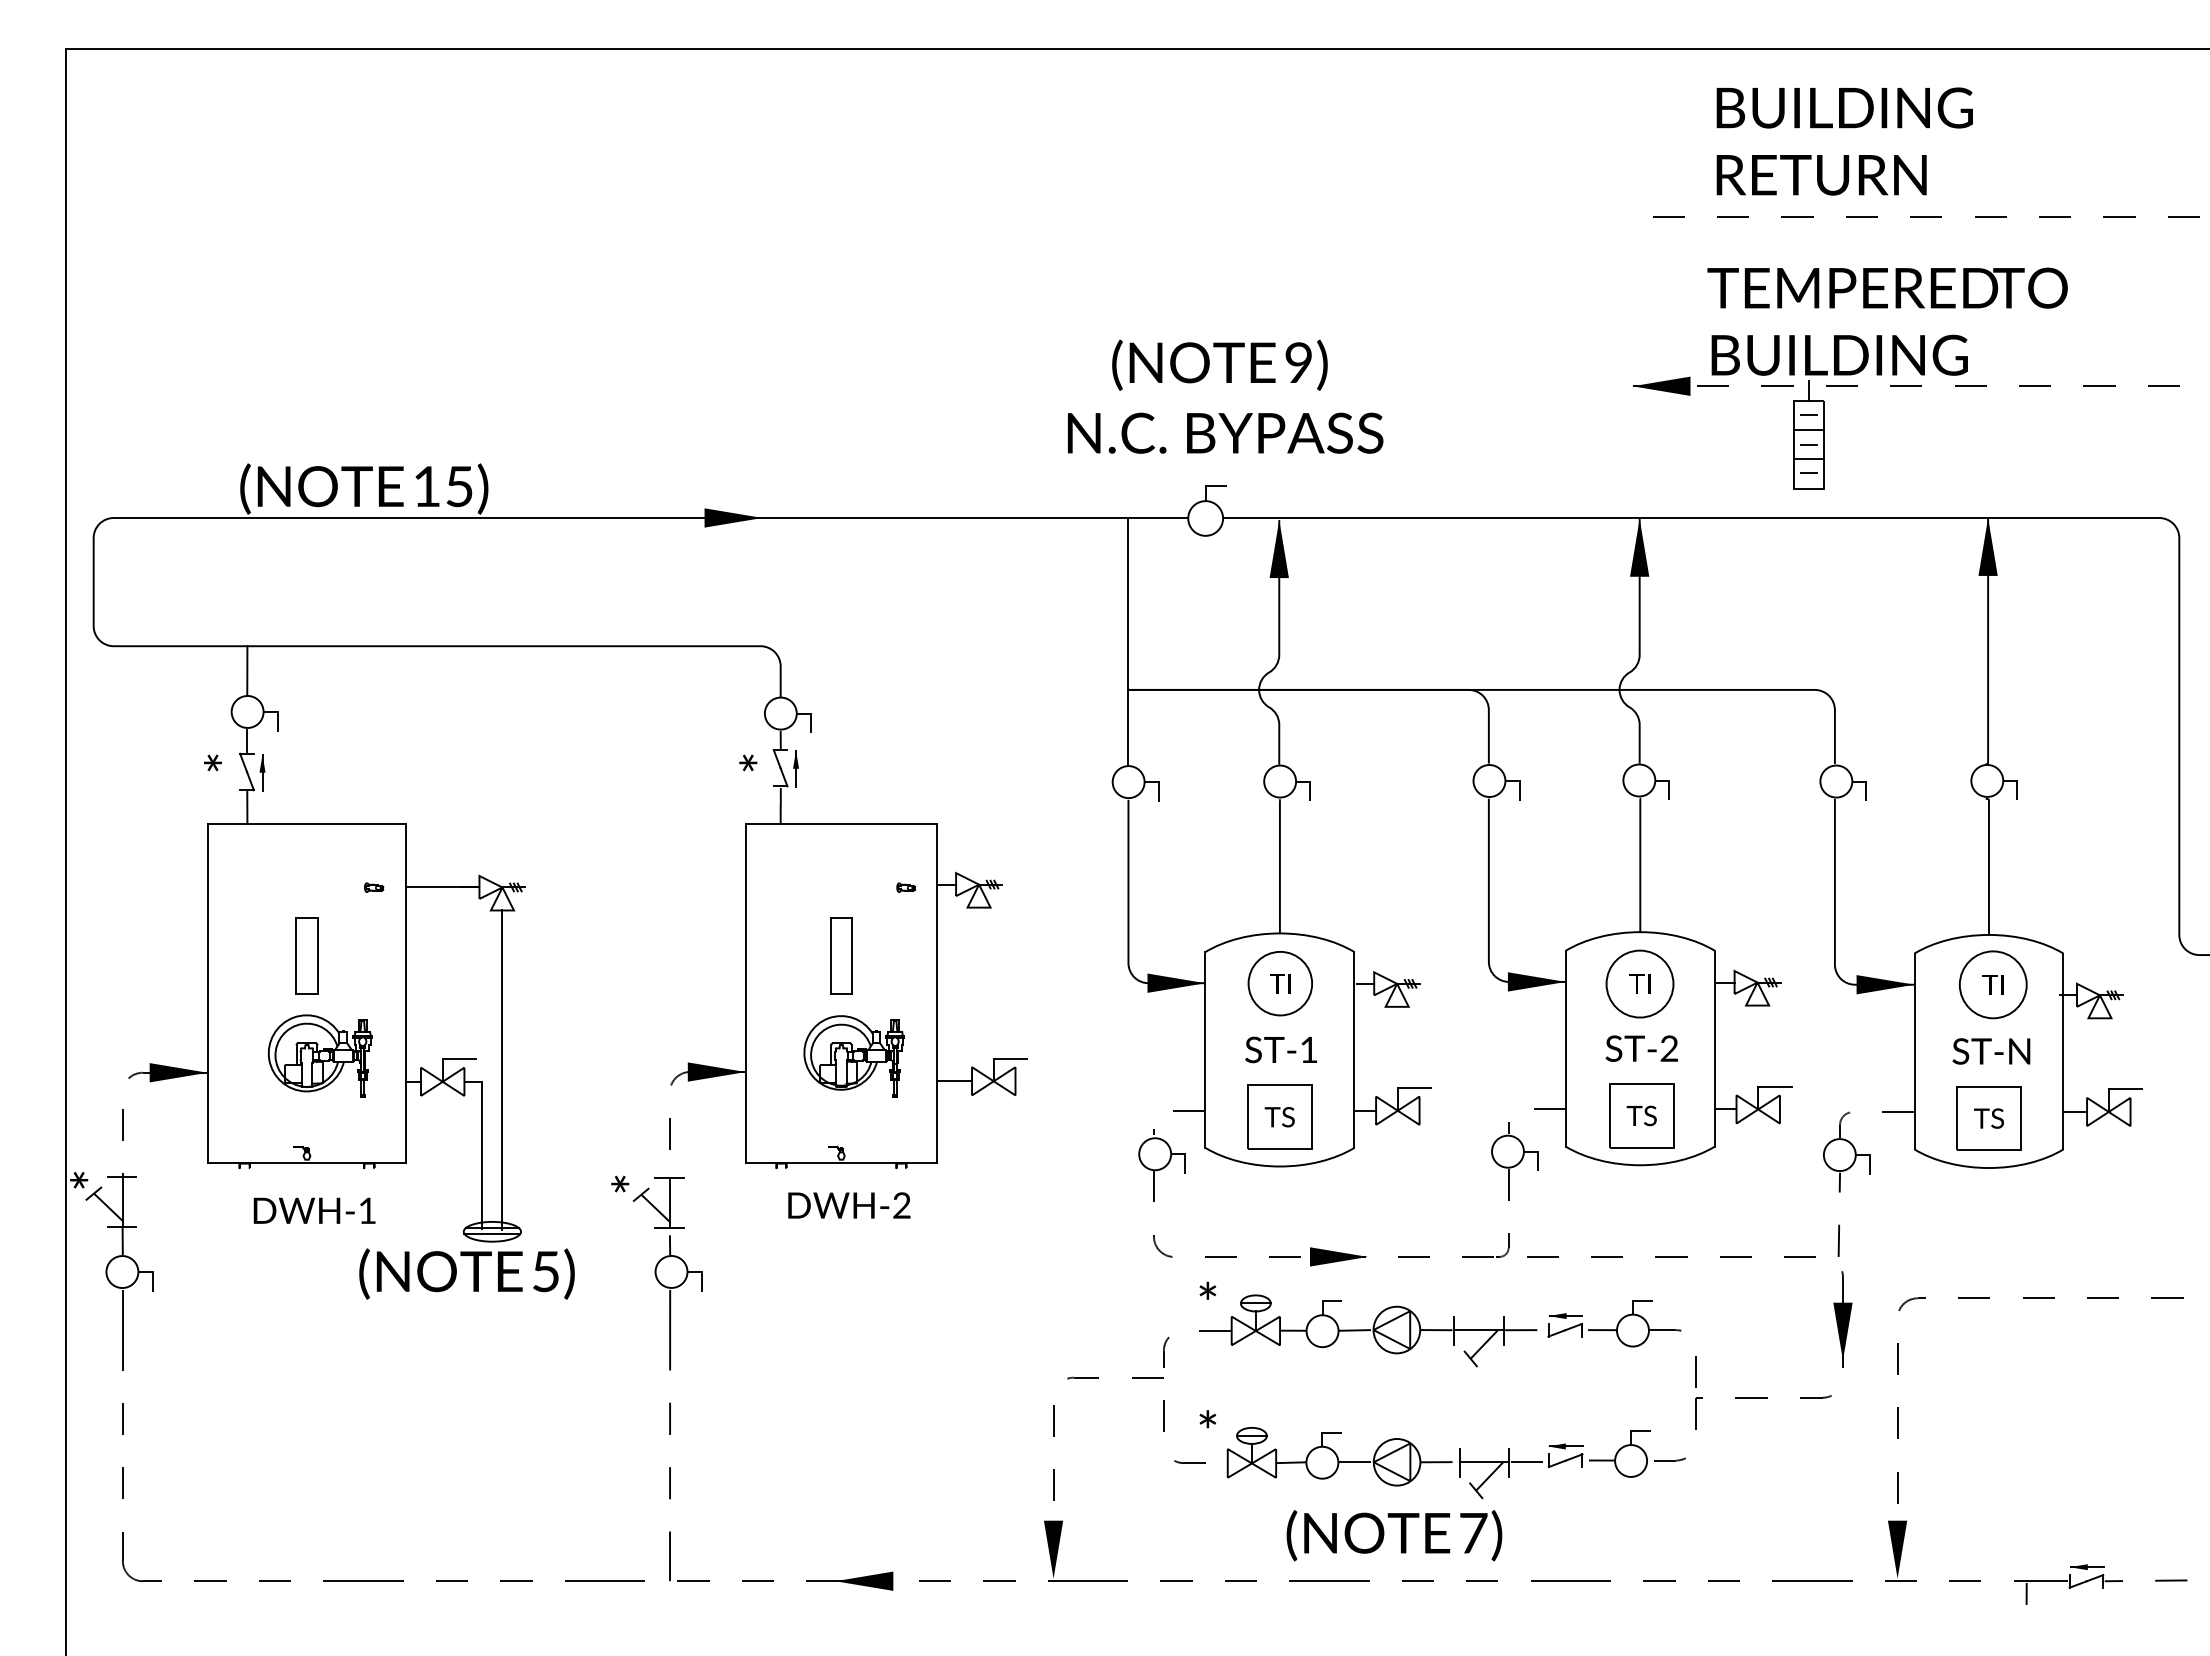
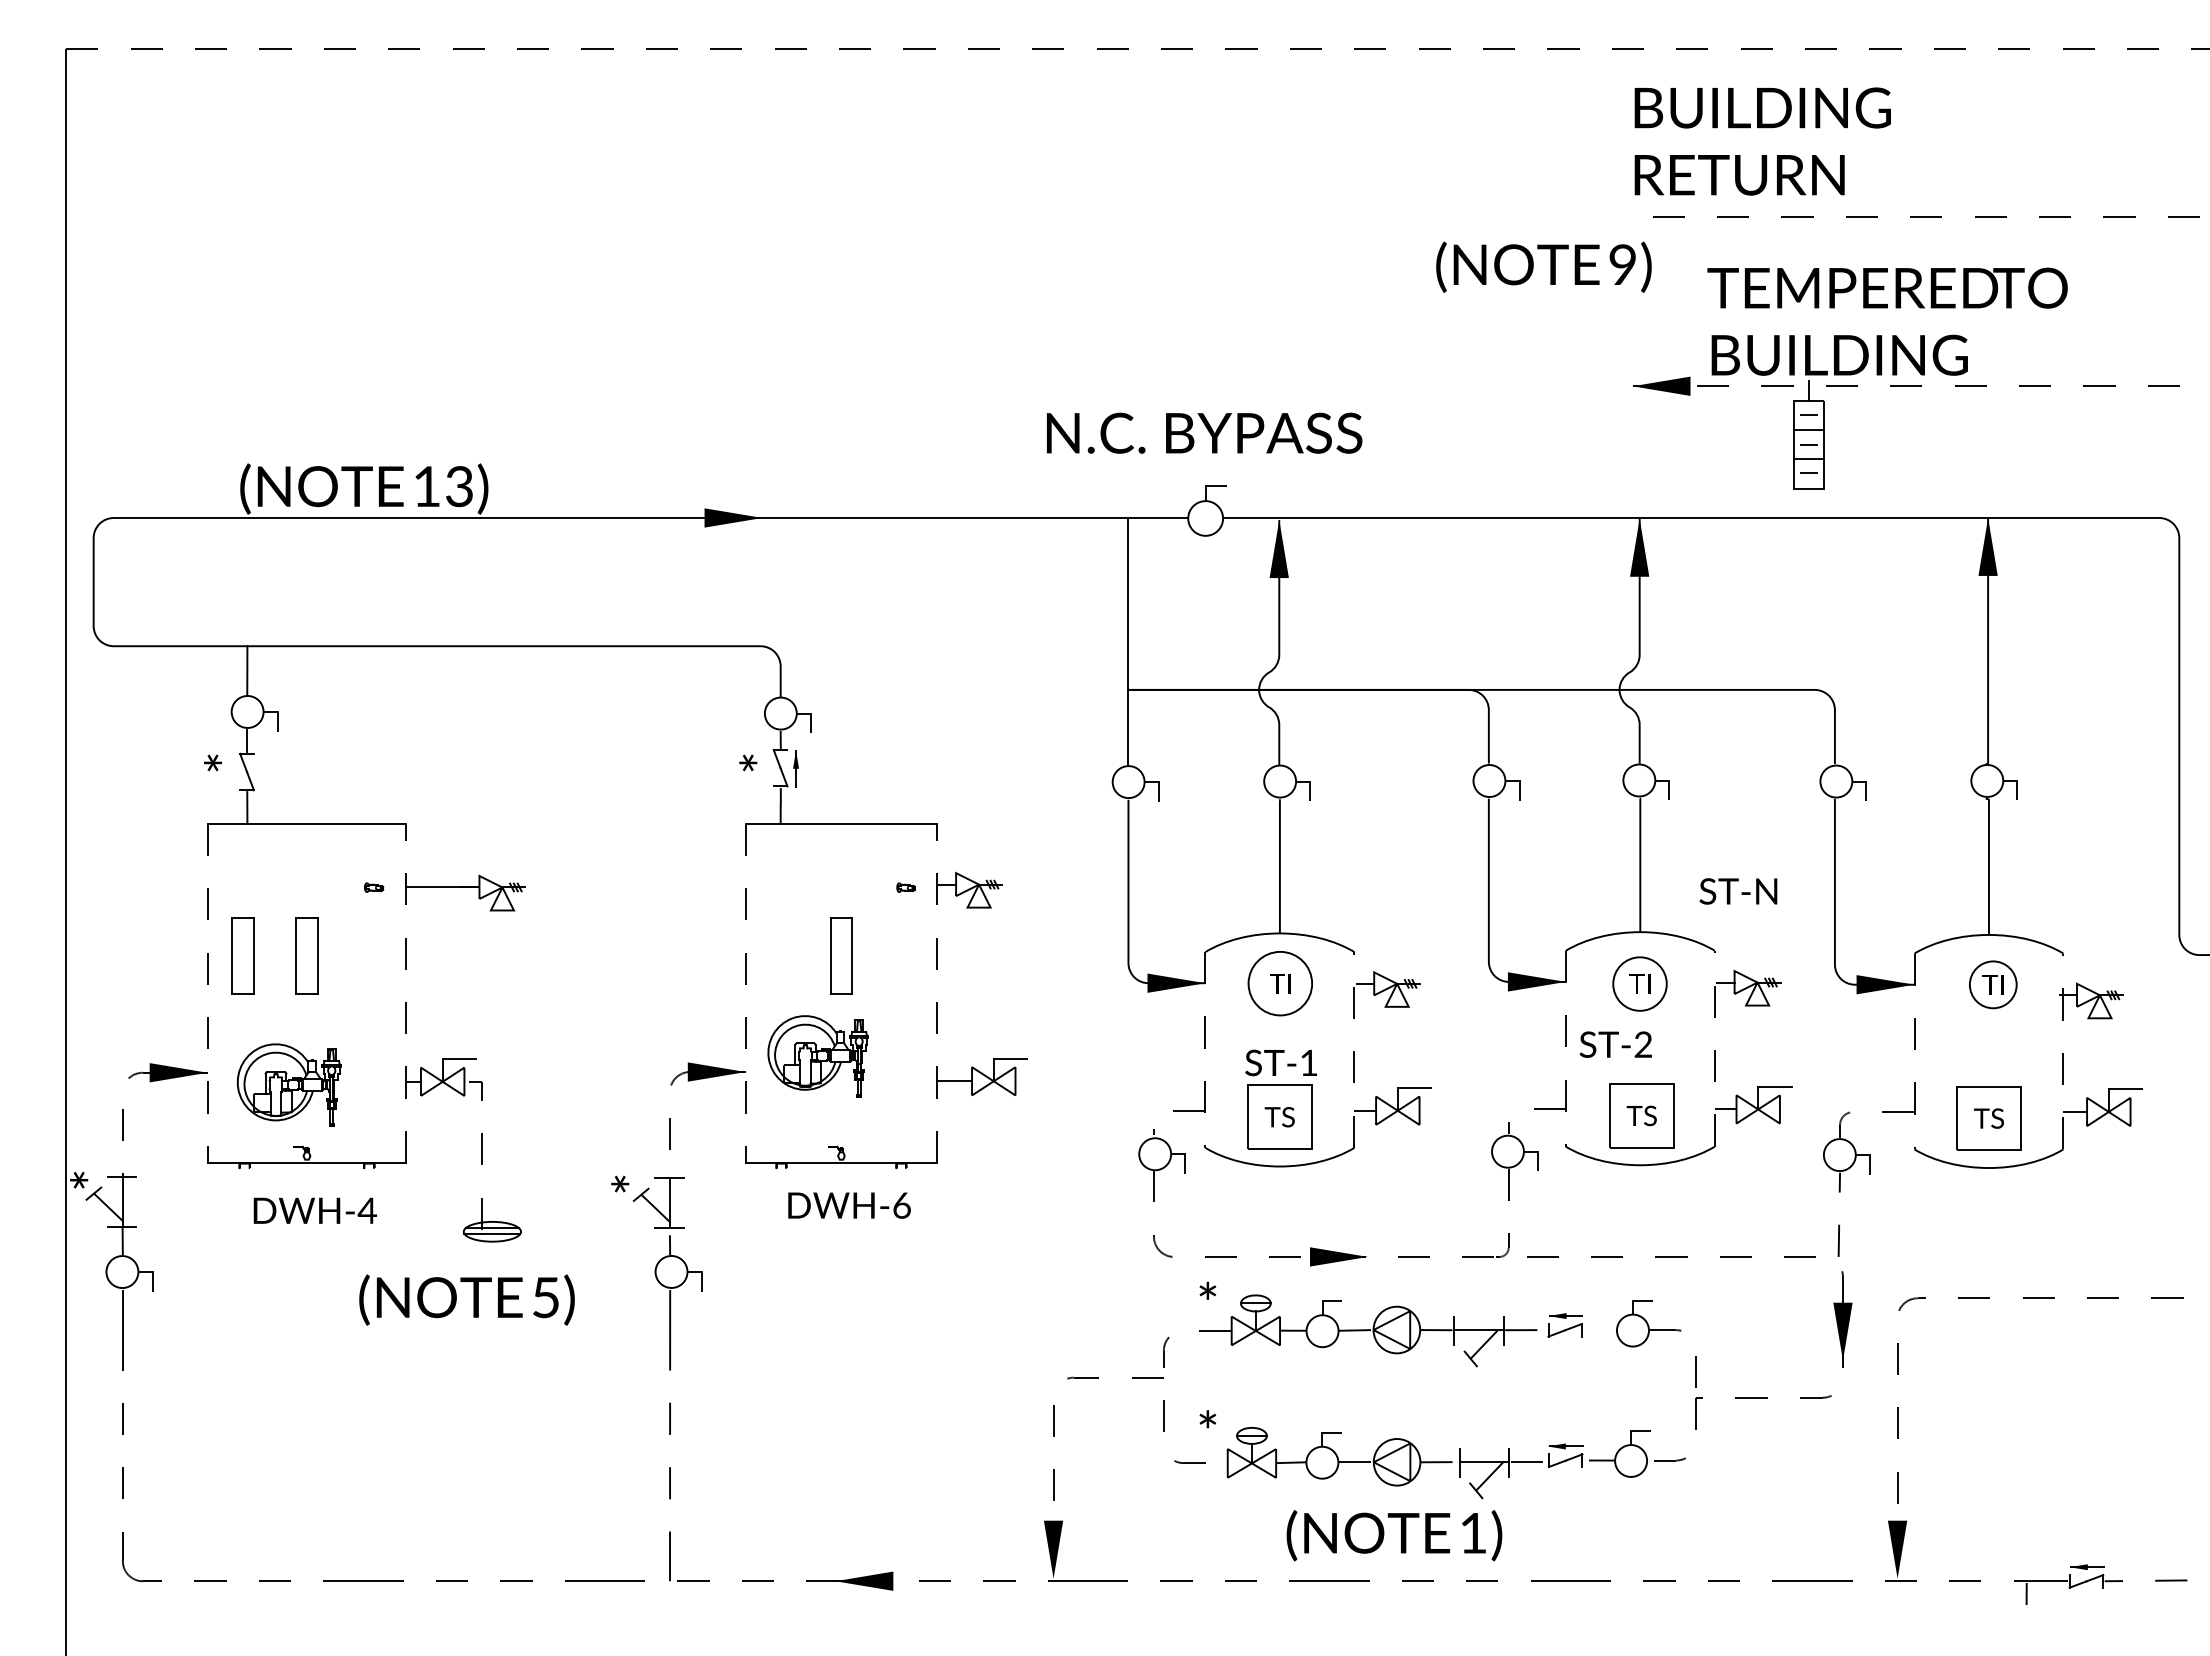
line at (1137, 49): solid -> dashed
text at (1844, 141) position: (1844, 141) -> (1762, 141)
text at (1219, 364) position: (1219, 364) -> (1543, 266)
text at (1225, 432) position: (1225, 432) -> (1204, 432)
text at (459, 486): 15) -> 13)
part at (262, 772): present -> none
part at (242, 955): none -> present
circle at (1639, 983) diameter: 67 px -> 54 px
circle at (1992, 984) diameter: 67 px -> 47 px
line at (207, 993): solid -> dashed
line at (406, 993): solid -> dashed
line at (745, 993): solid -> dashed
line at (937, 993): solid -> dashed
line at (1565, 1048): solid -> dashed
text at (1641, 1048) position: (1641, 1048) -> (1615, 1044)
line at (1714, 1048): solid -> dashed
line at (1205, 1049): solid -> dashed
text at (1280, 1049) position: (1280, 1049) -> (1280, 1062)
line at (1354, 1049): solid -> dashed
line at (1914, 1051): solid -> dashed
text at (1991, 1051) position: (1991, 1051) -> (1738, 891)
line at (2063, 1051): solid -> dashed
part at (319, 1055) position: (319, 1055) -> (288, 1084)
part at (853, 1056) position: (853, 1056) -> (817, 1056)
line at (502, 1069): present -> none
line at (482, 1146): solid -> dashed
text at (901, 1205): DWH-2 -> DWH-6
text at (367, 1210): DWH-1 -> DWH-4
text at (466, 1273) position: (466, 1273) -> (466, 1299)
line at (1601, 1330): present -> none
text at (1473, 1533): 7) -> 1)
